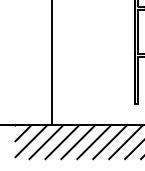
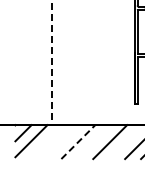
line at (52, 62): solid -> dashed
line at (78, 141): solid -> dashed
line at (46, 142): present -> none
line at (62, 142): present -> none
line at (94, 142): present -> none
line at (125, 142): present -> none
